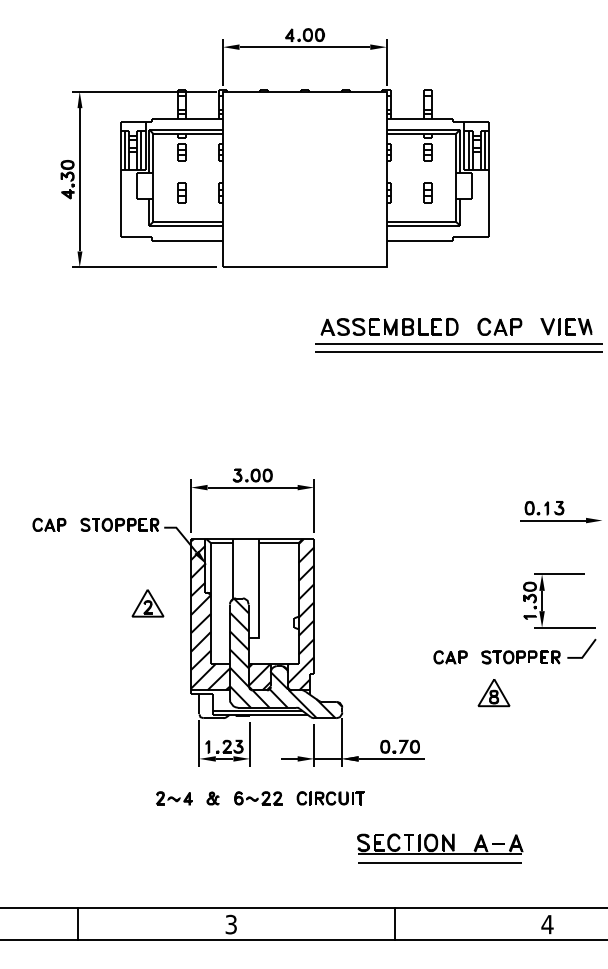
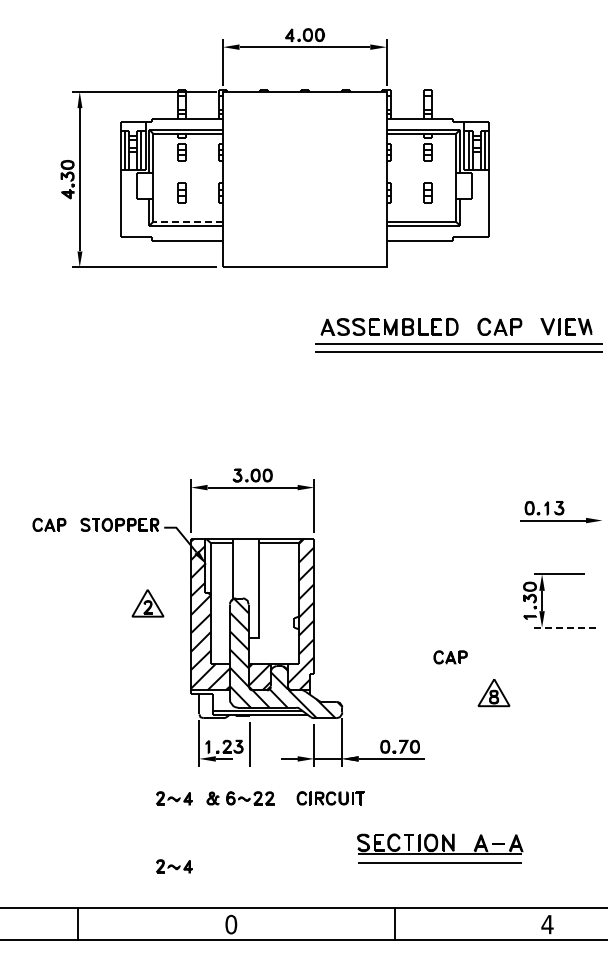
line at (188, 221): solid -> dashed
line at (564, 627): solid -> dashed
part at (538, 651): present -> none
fill at (241, 758): present -> none
part at (258, 798) position: (258, 798) -> (250, 798)
part at (174, 866): none -> present
text at (231, 924): 3 -> 0
